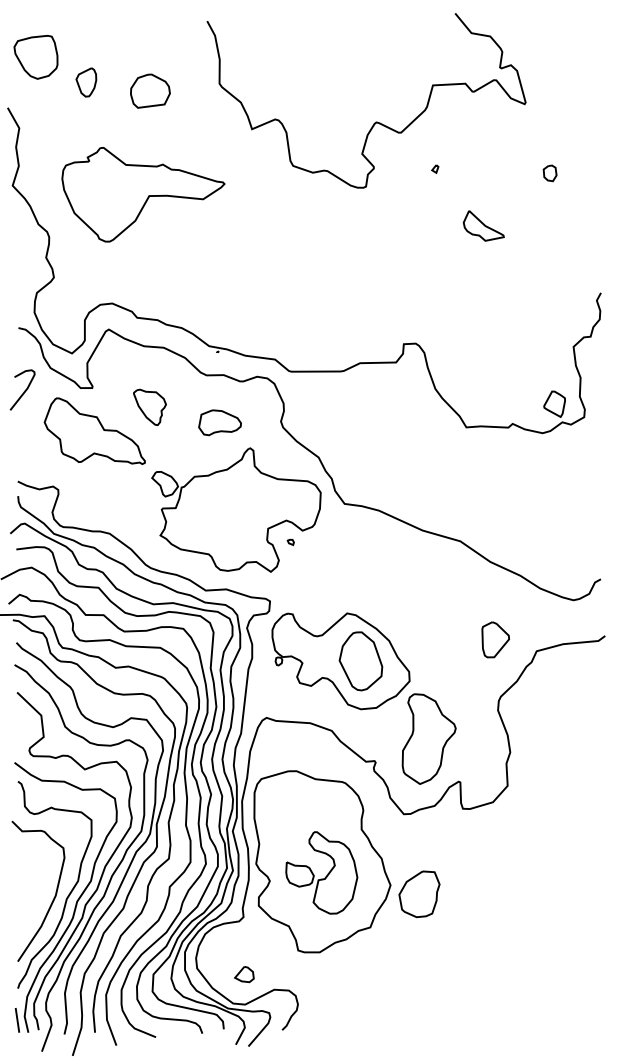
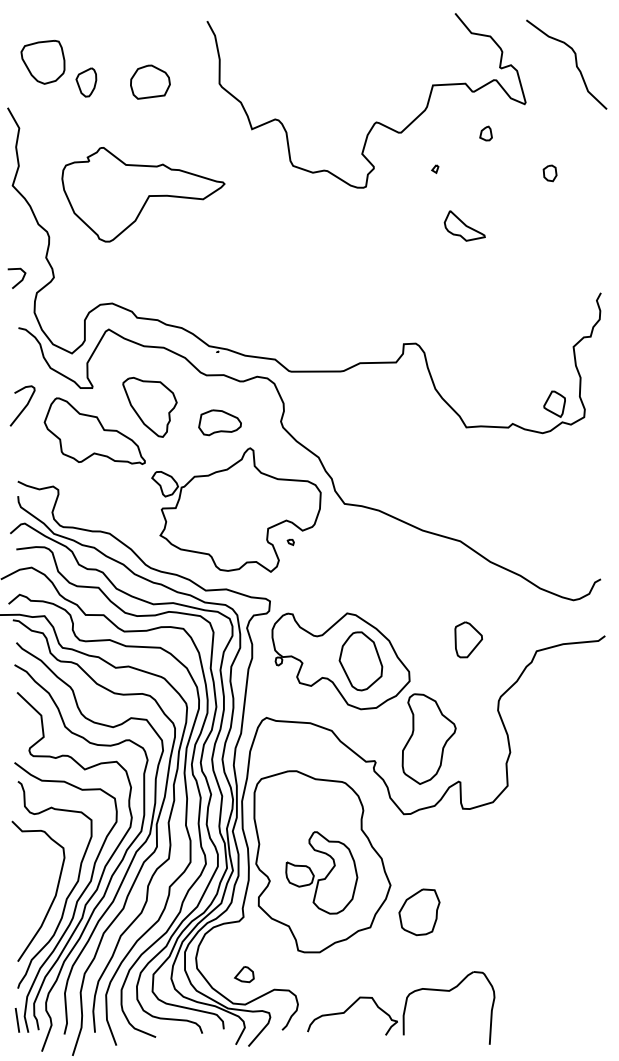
part at (35, 56) position: (35, 56) -> (42, 61)
curve at (575, 64): none -> present
part at (150, 90) position: (150, 90) -> (150, 81)
part at (485, 133): none -> present
part at (483, 225) position: (483, 225) -> (464, 225)
line at (20, 280): none -> present
curve at (24, 390) position: (24, 390) -> (24, 406)
part at (149, 407) size: 34x39 px -> 56x61 px
part at (495, 639) position: (495, 639) -> (468, 639)
part at (419, 894) position: (419, 894) -> (419, 912)
part at (401, 1007): none -> present
